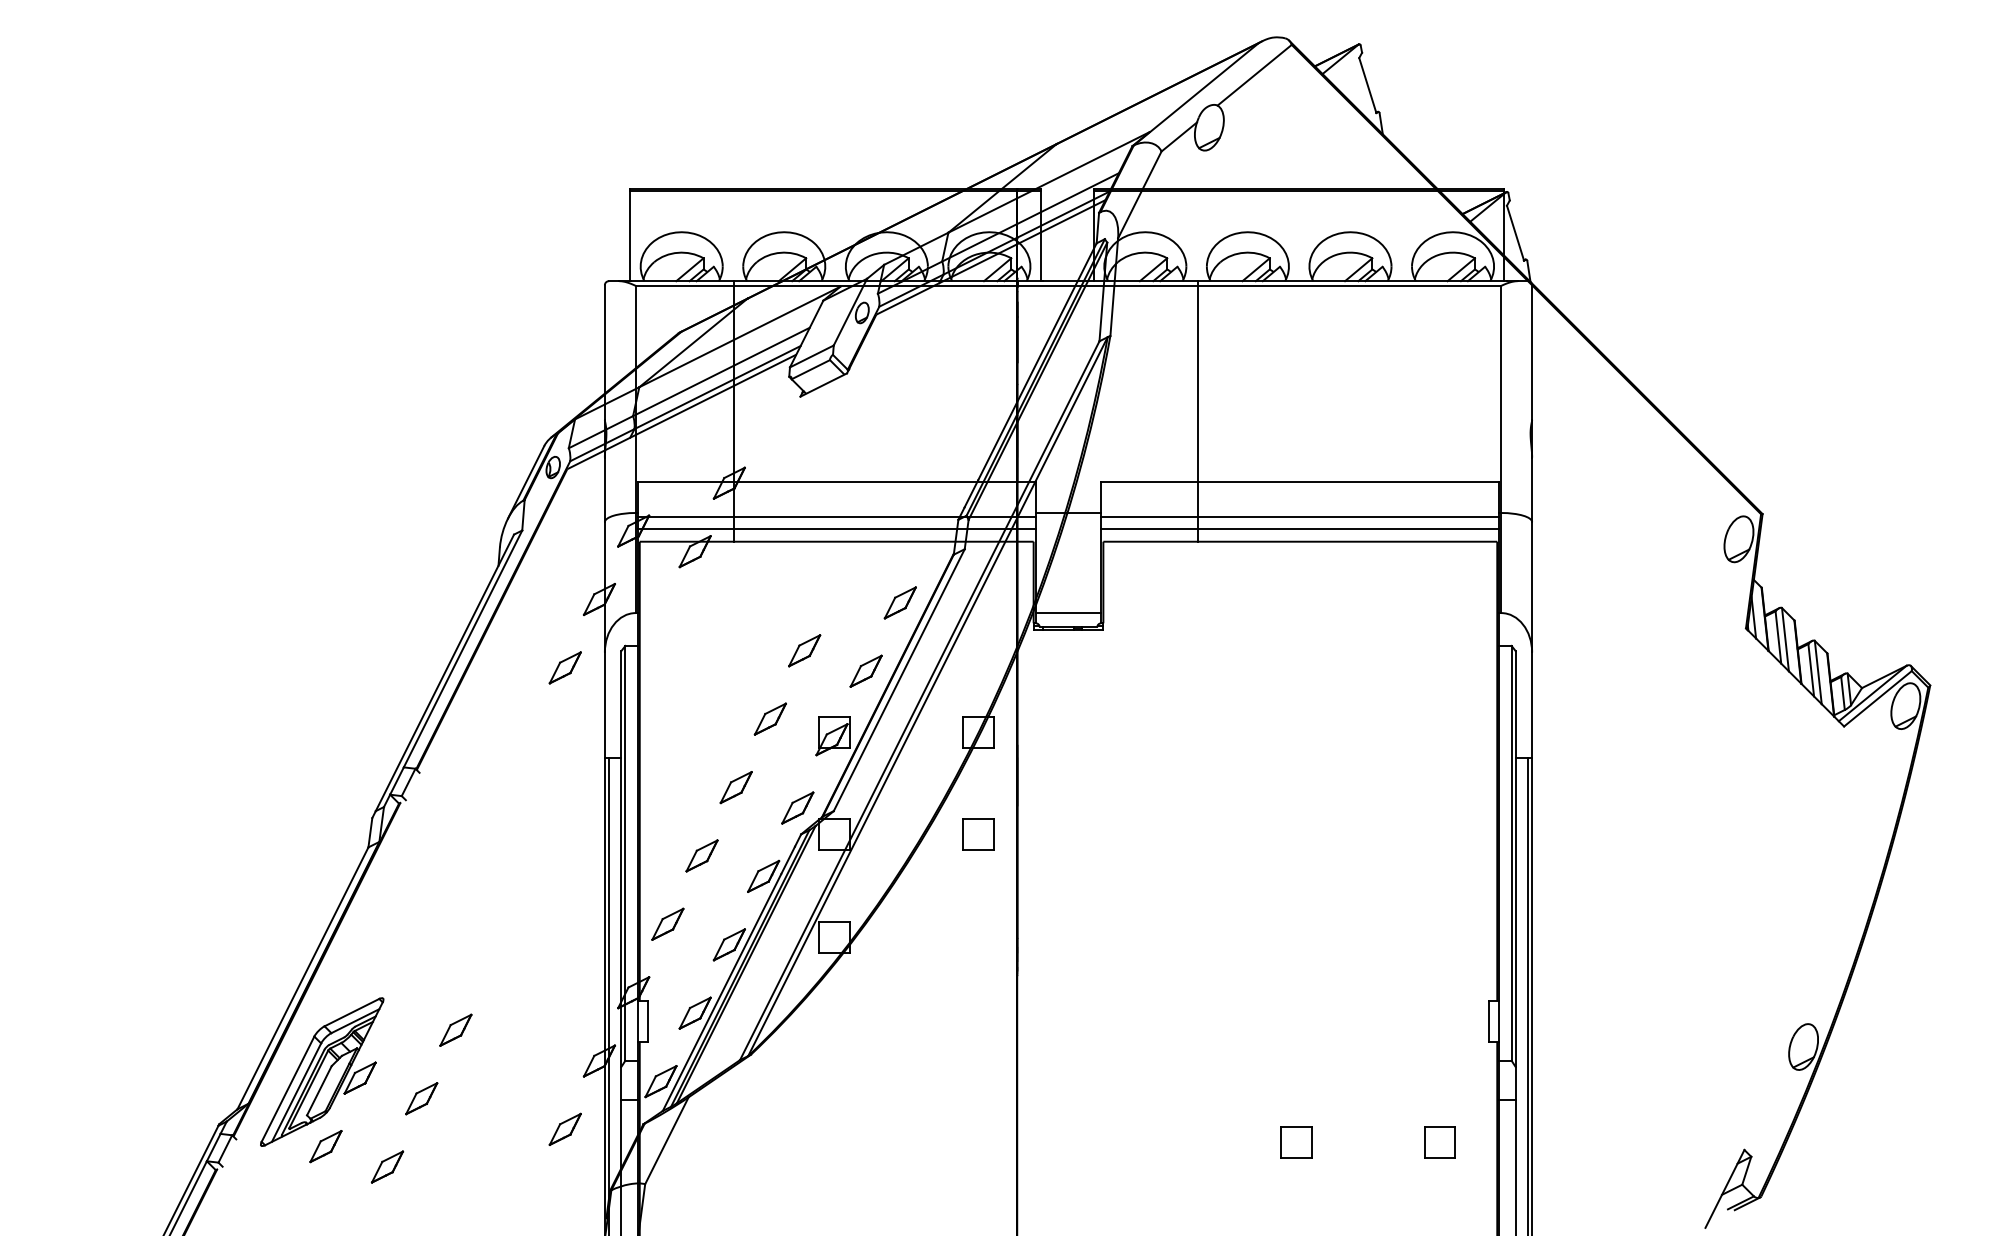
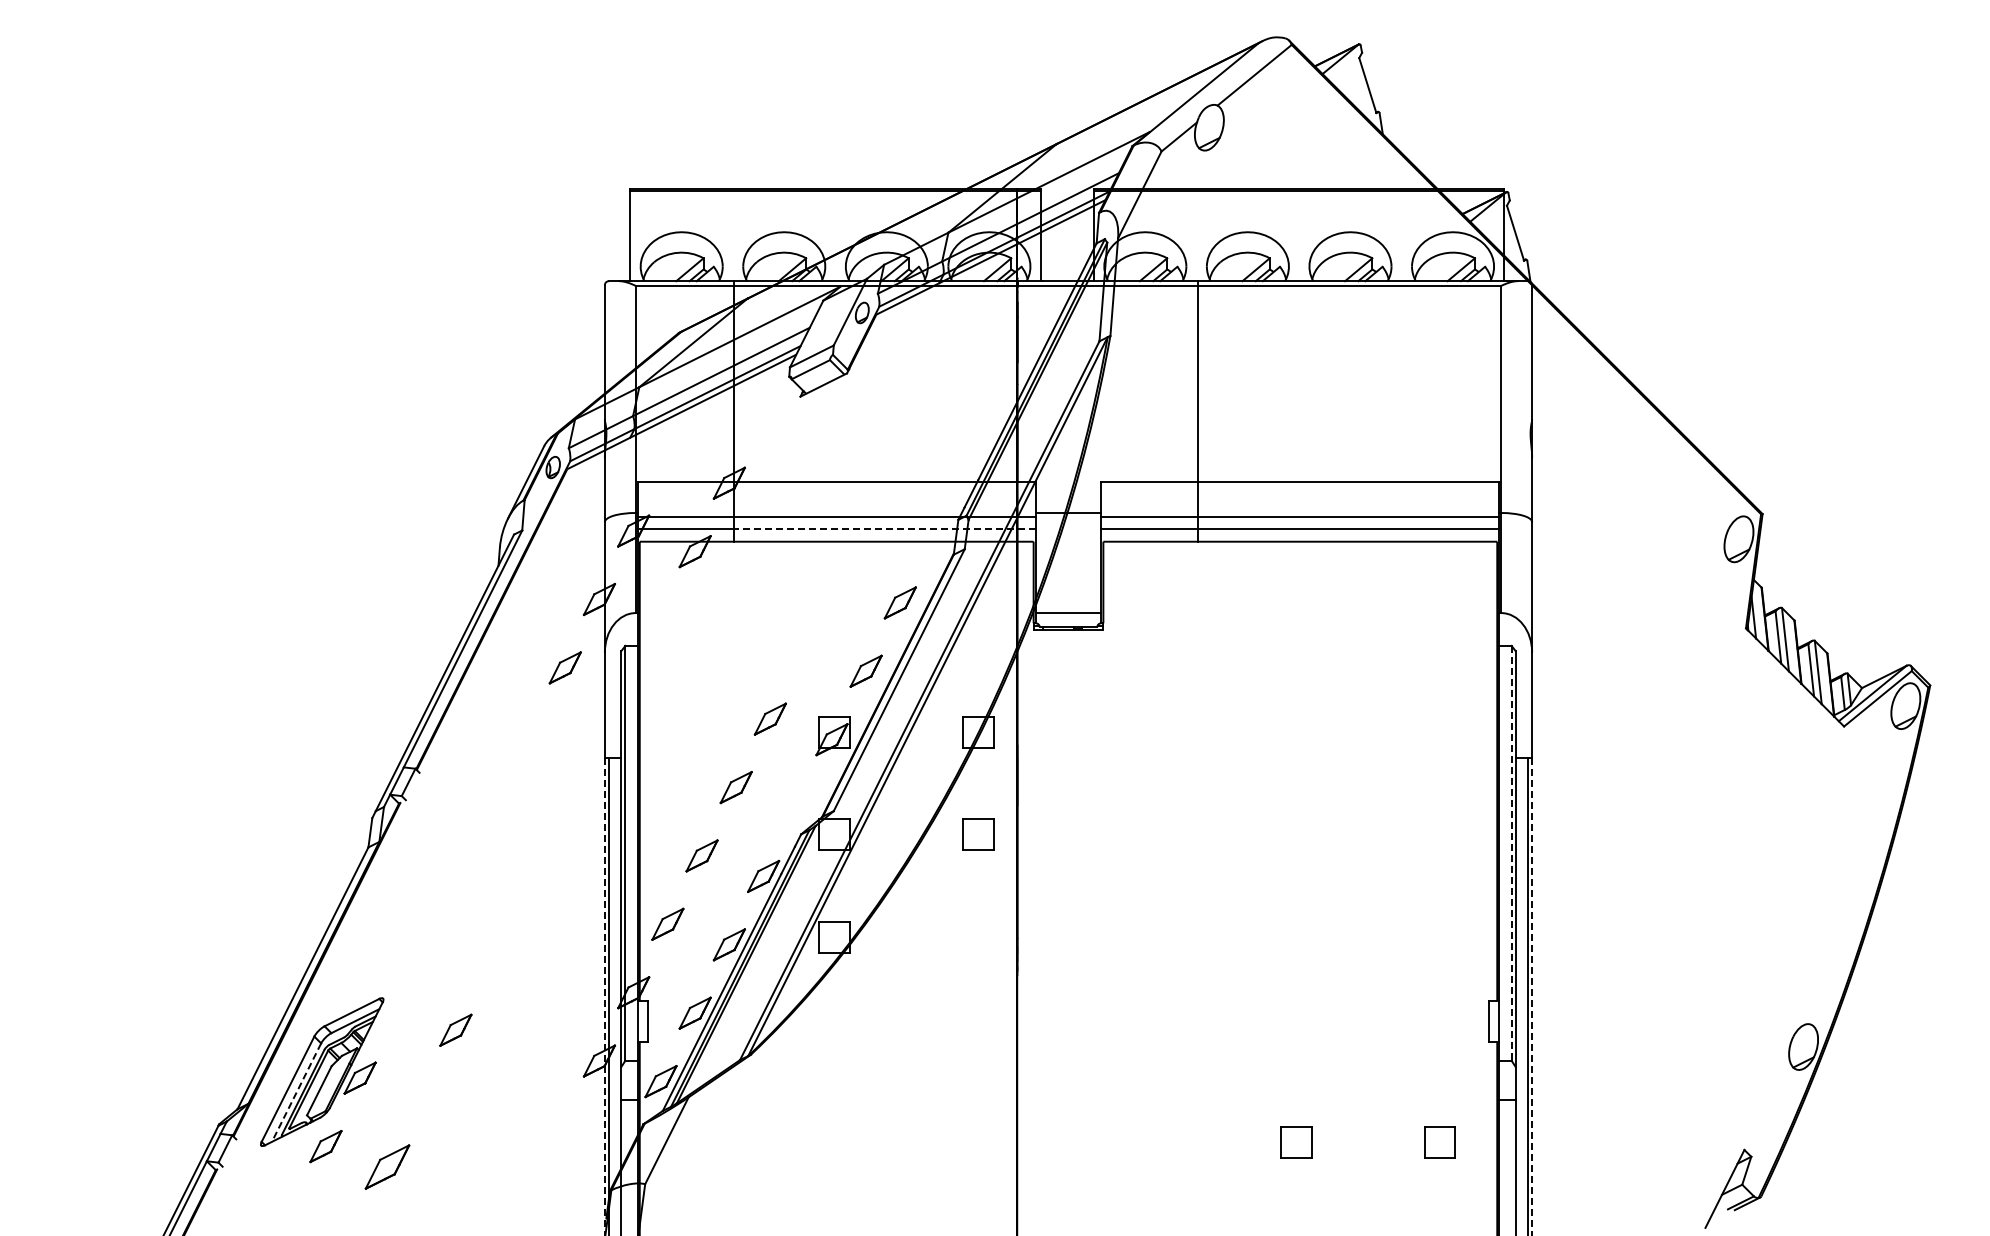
line at (884, 528): solid -> dashed
part at (804, 650): present -> none
part at (797, 807): present -> none
line at (1511, 853): solid -> dashed
line at (604, 996): solid -> dashed
line at (1532, 996): solid -> dashed
line at (296, 1093): solid -> dashed
part at (421, 1098): present -> none
part at (564, 1128): present -> none
part at (387, 1166) size: 35x34 px -> 47x46 px
